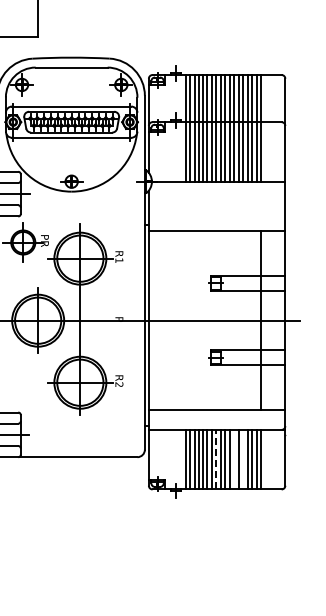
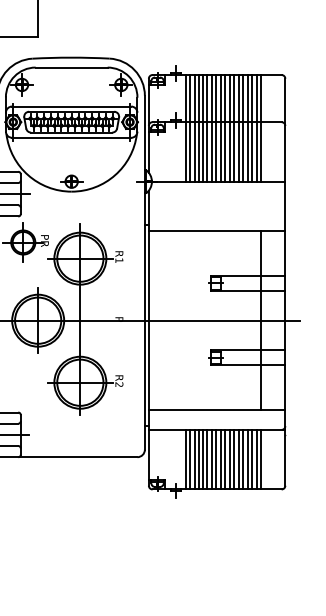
line at (216, 459): dashed -> solid
line at (234, 459): none -> present
line at (243, 459): none -> present
